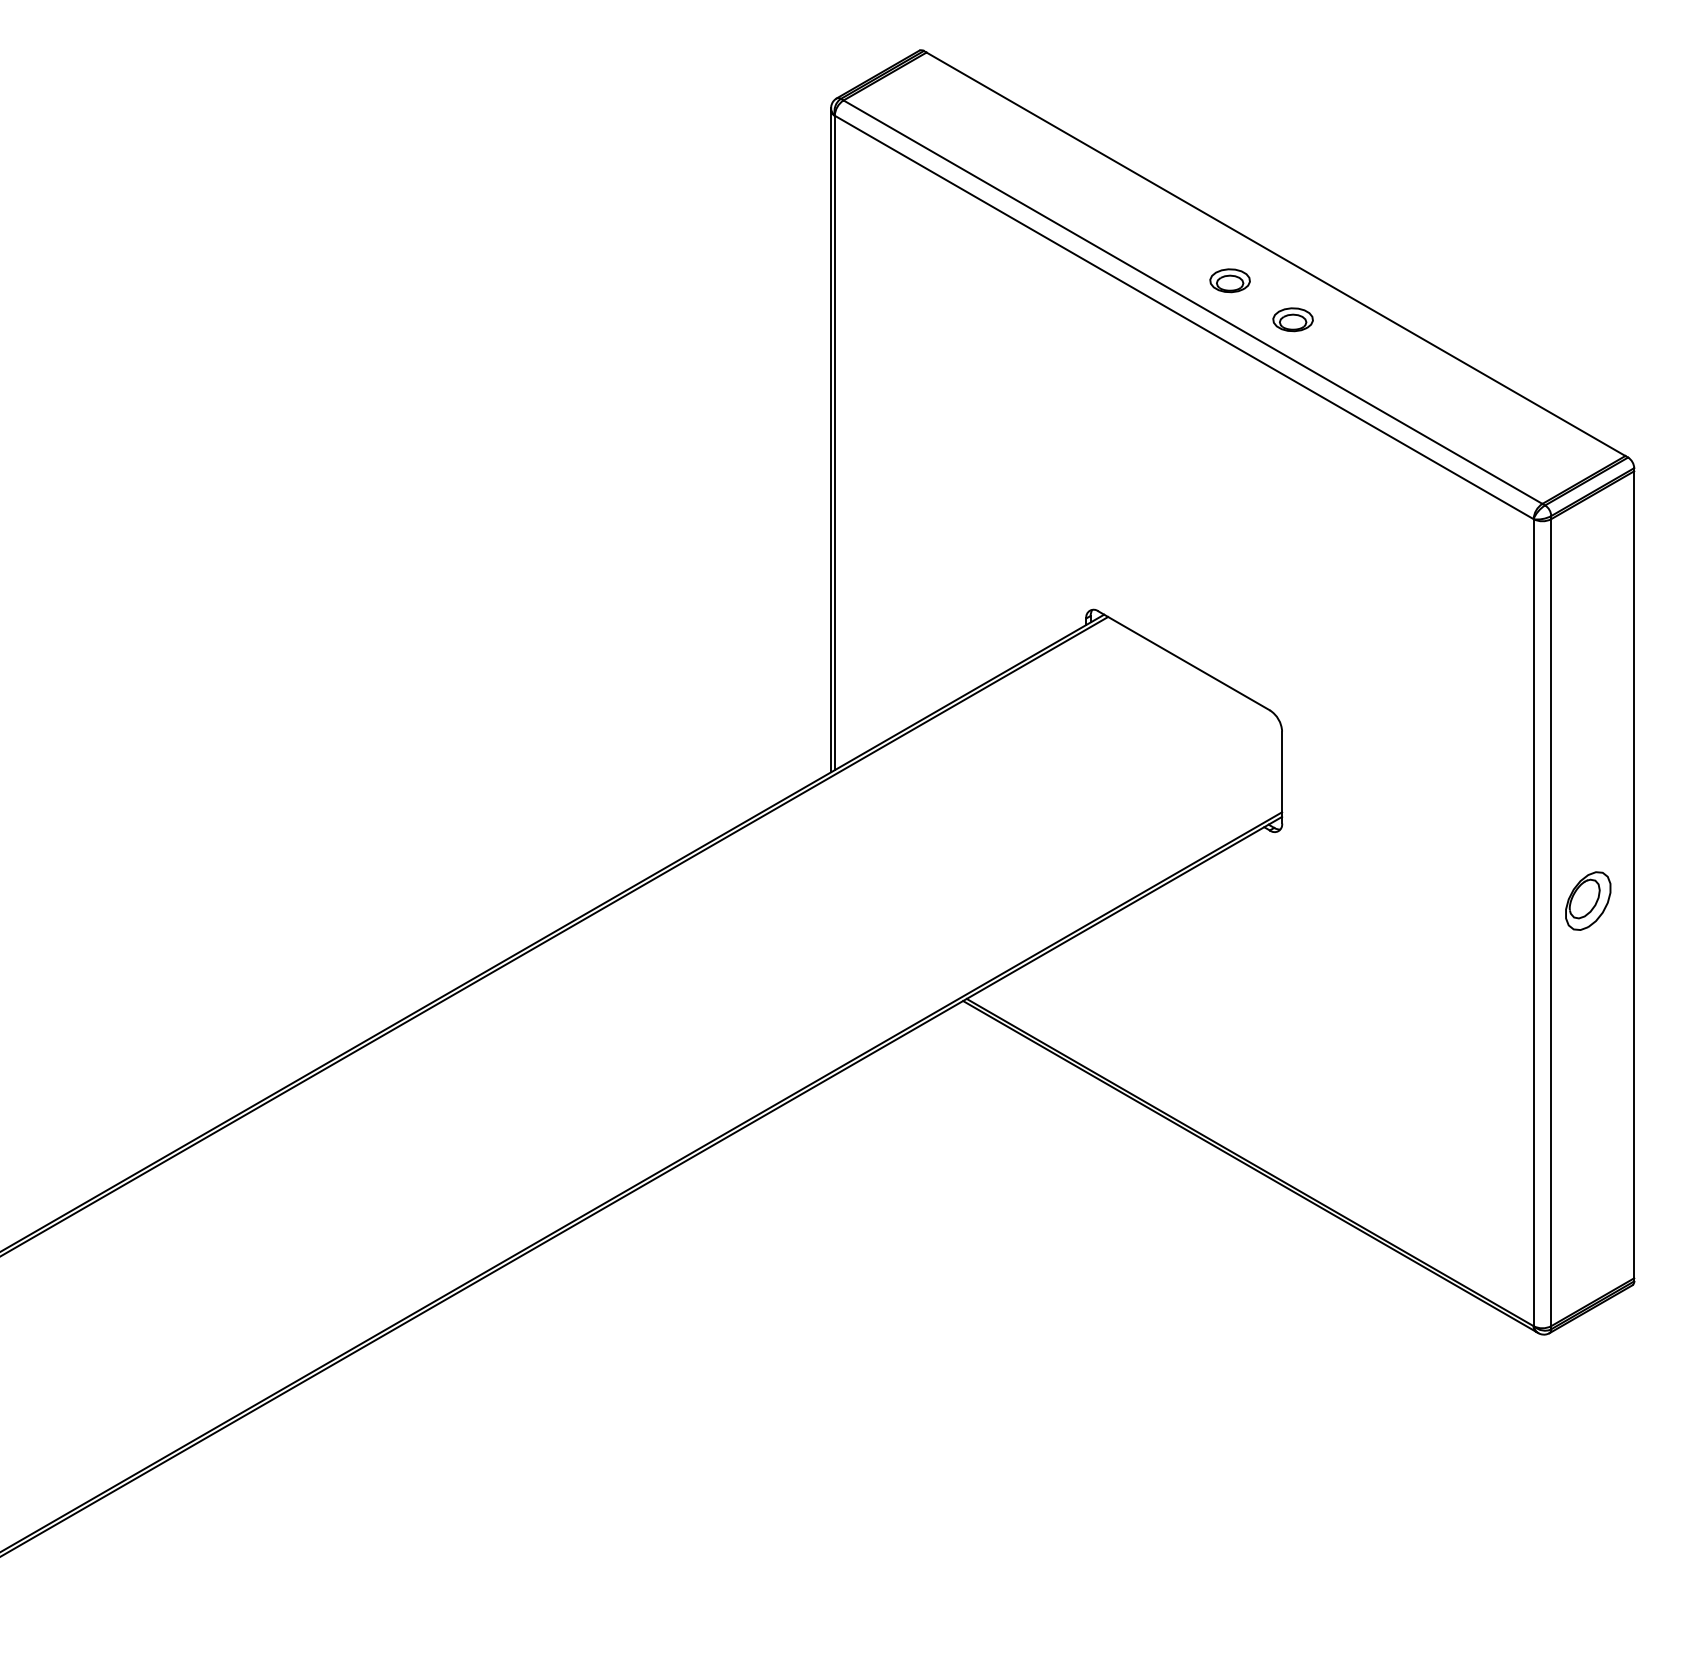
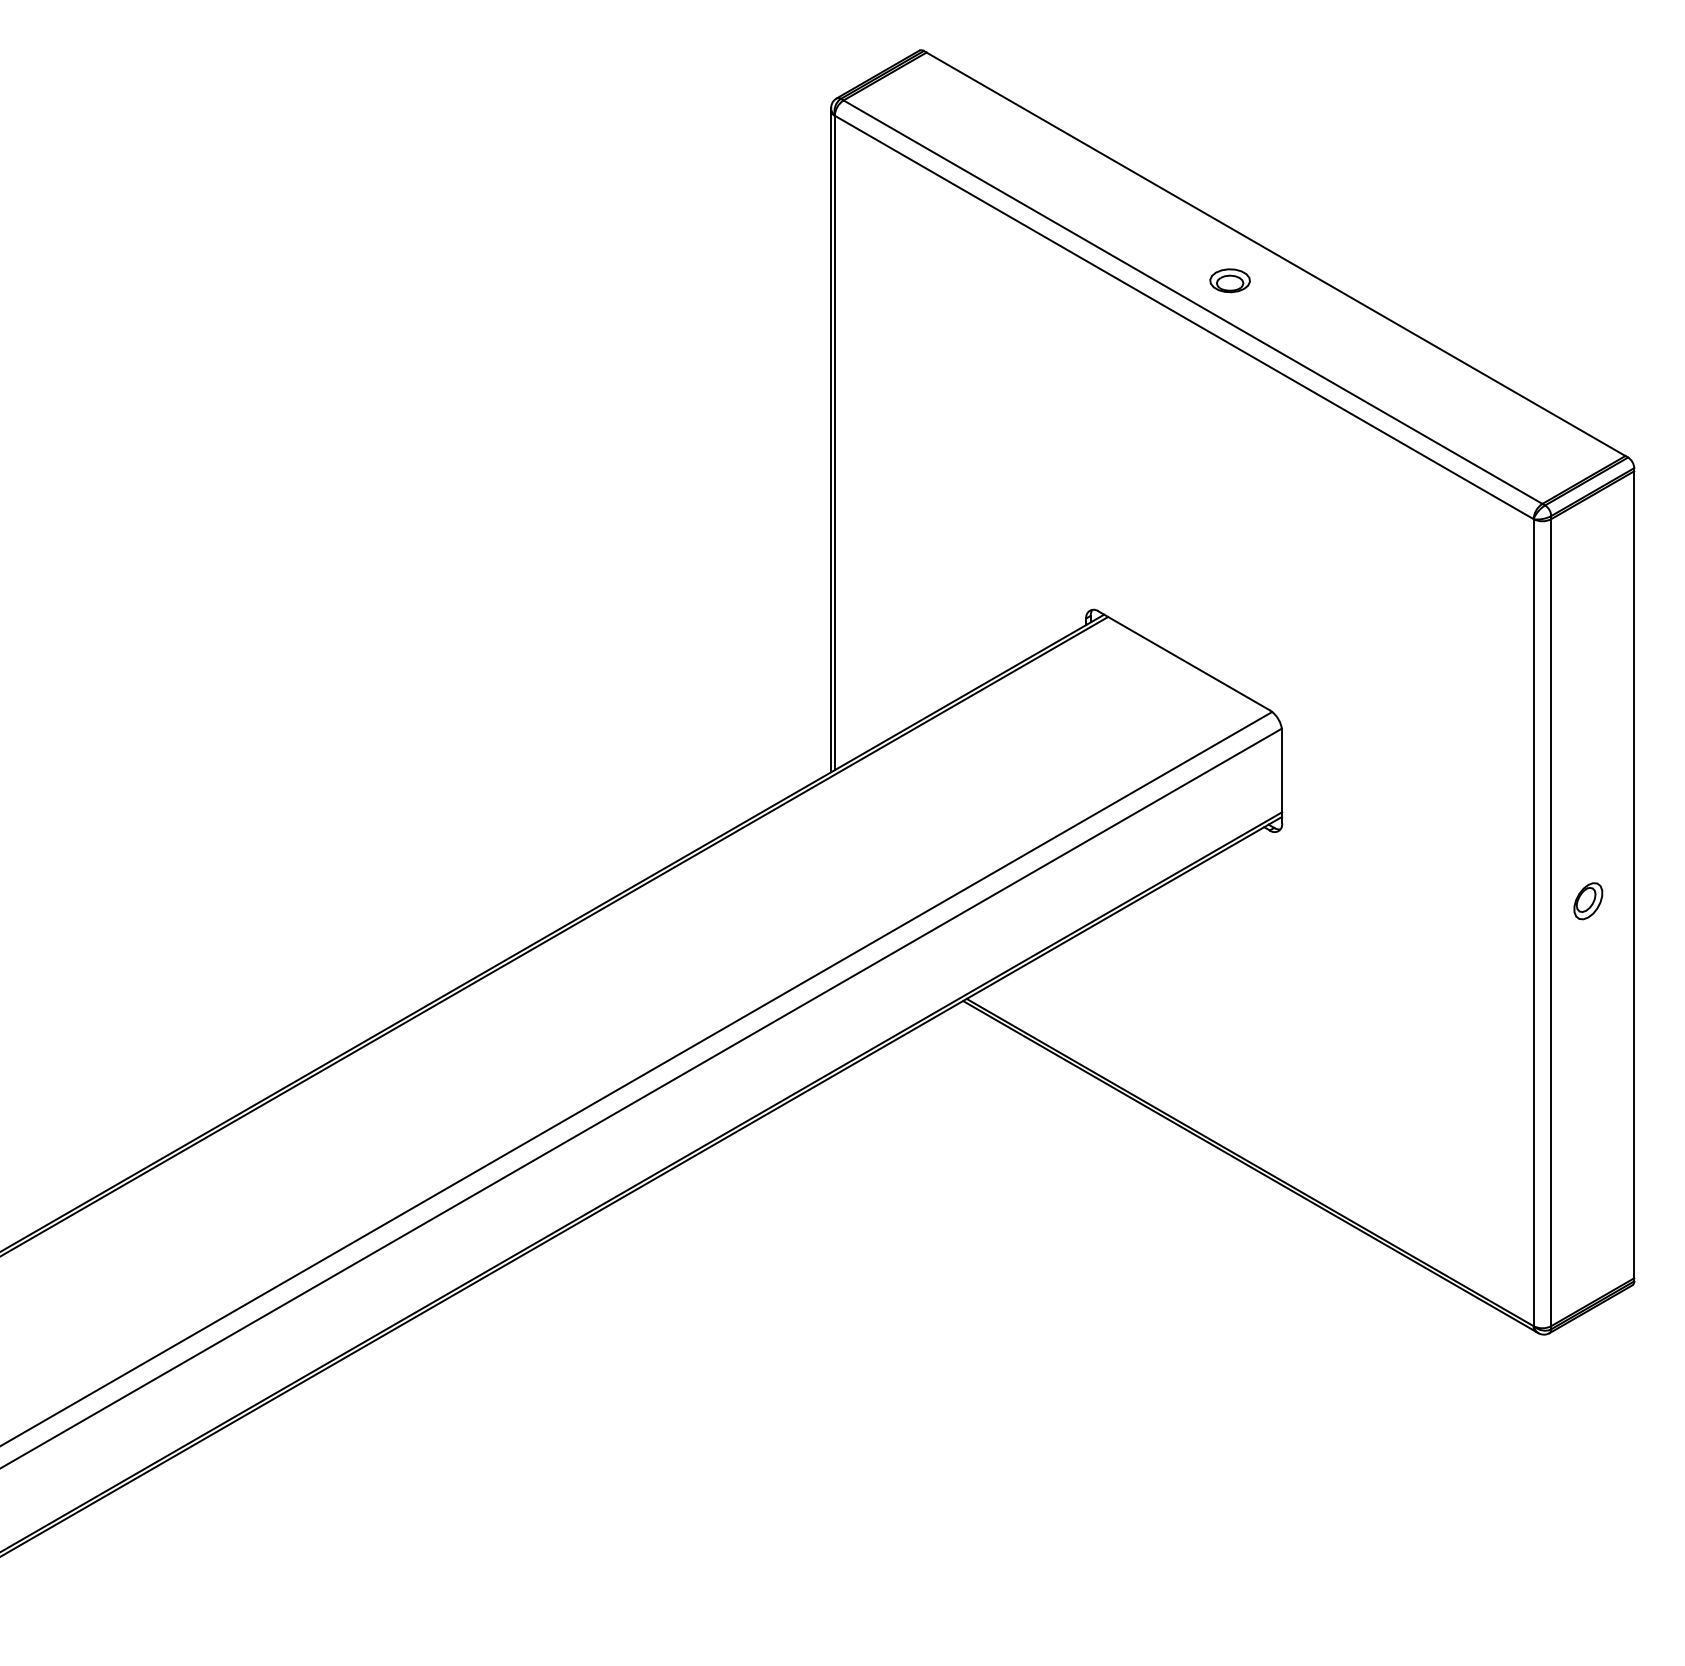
part at (1292, 319): present -> none
part at (1588, 900) size: 47x60 px -> 31x39 px
line at (637, 1077): none -> present
line at (641, 1097): none -> present
